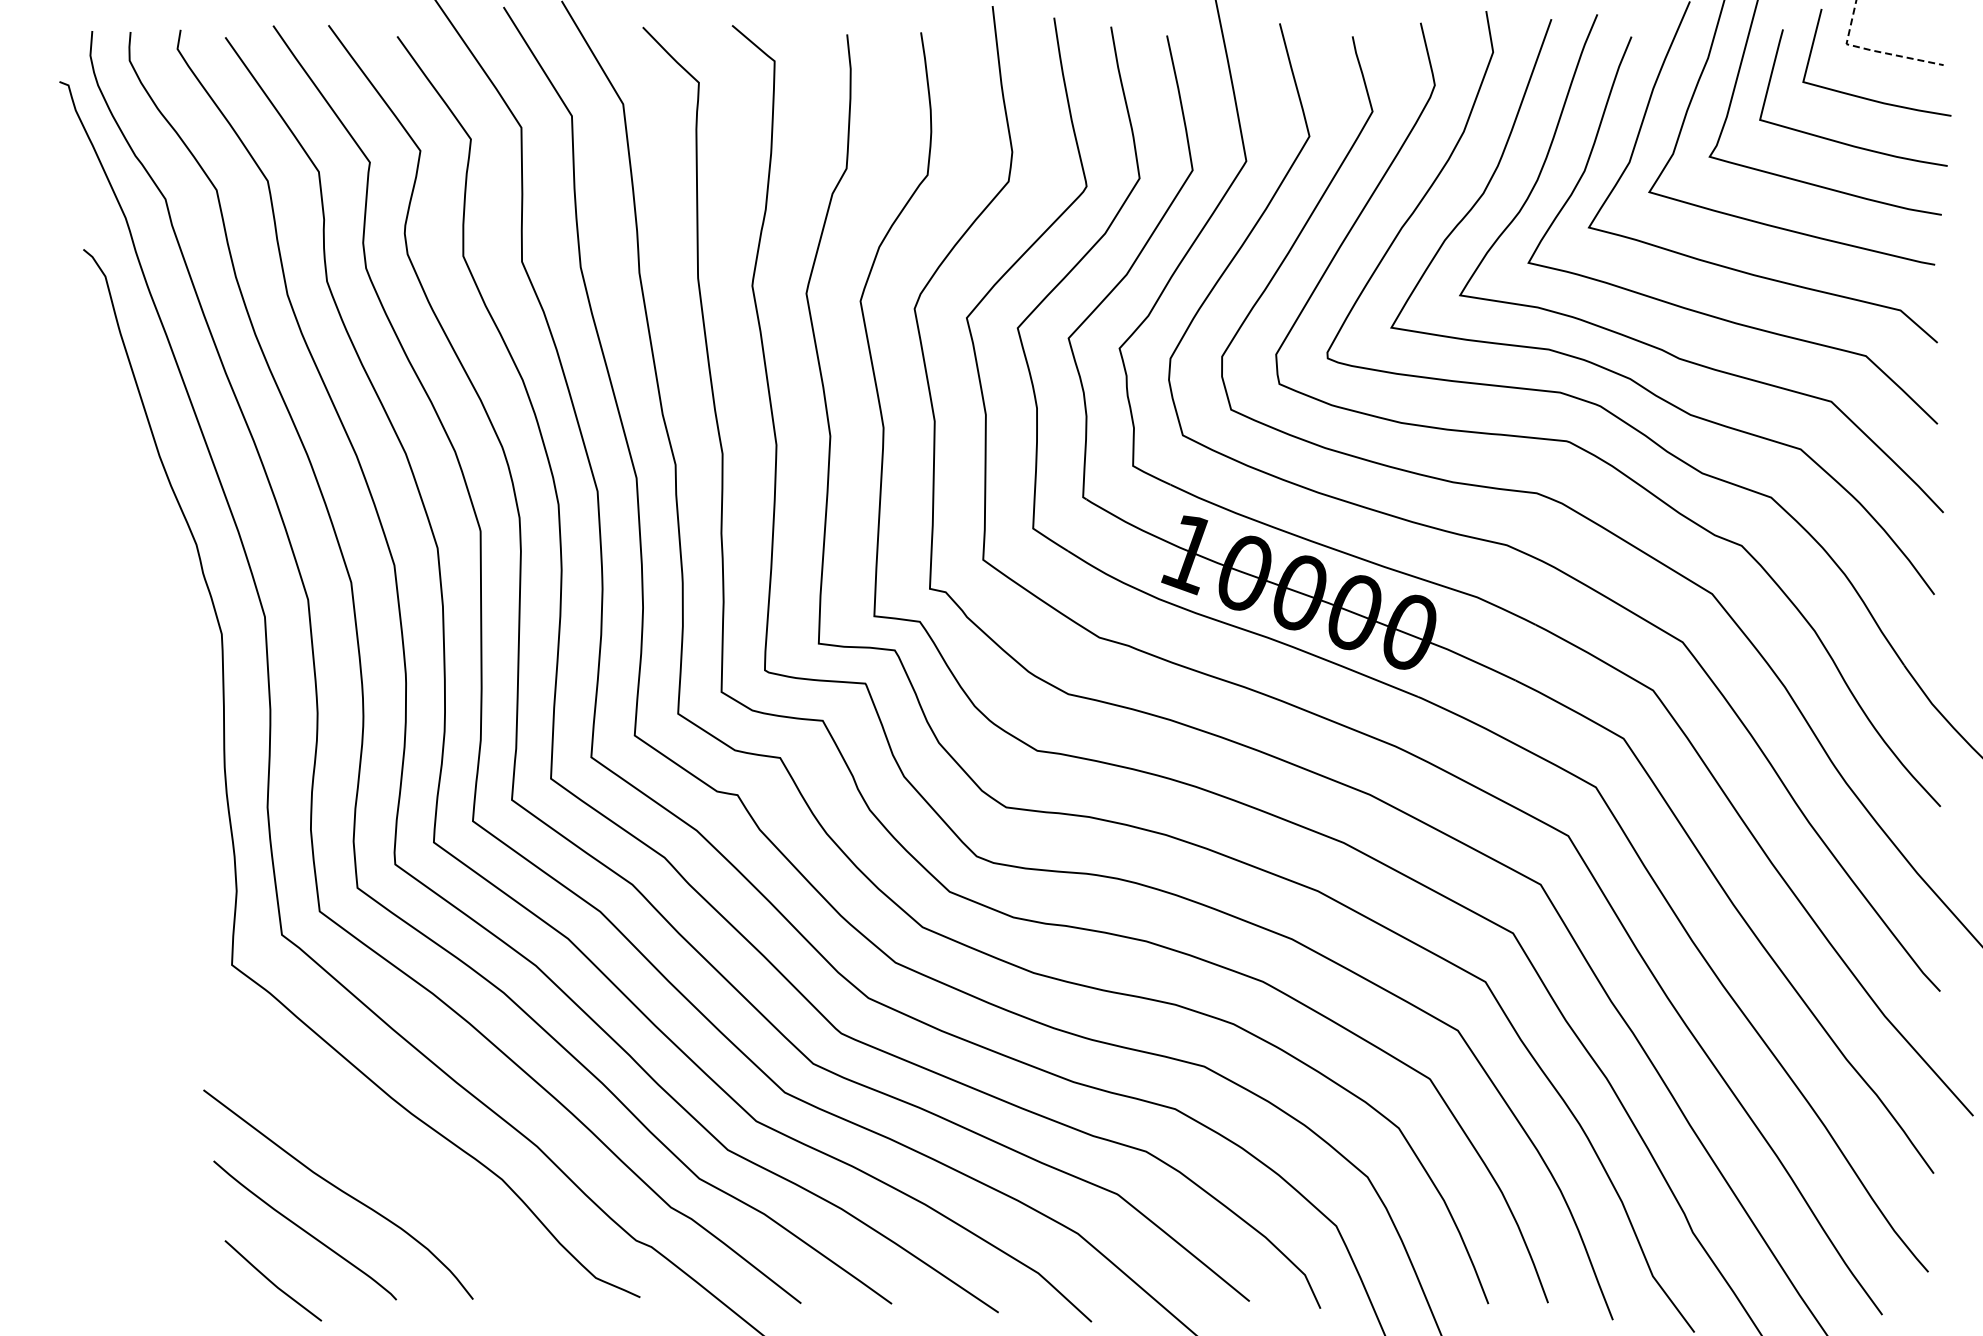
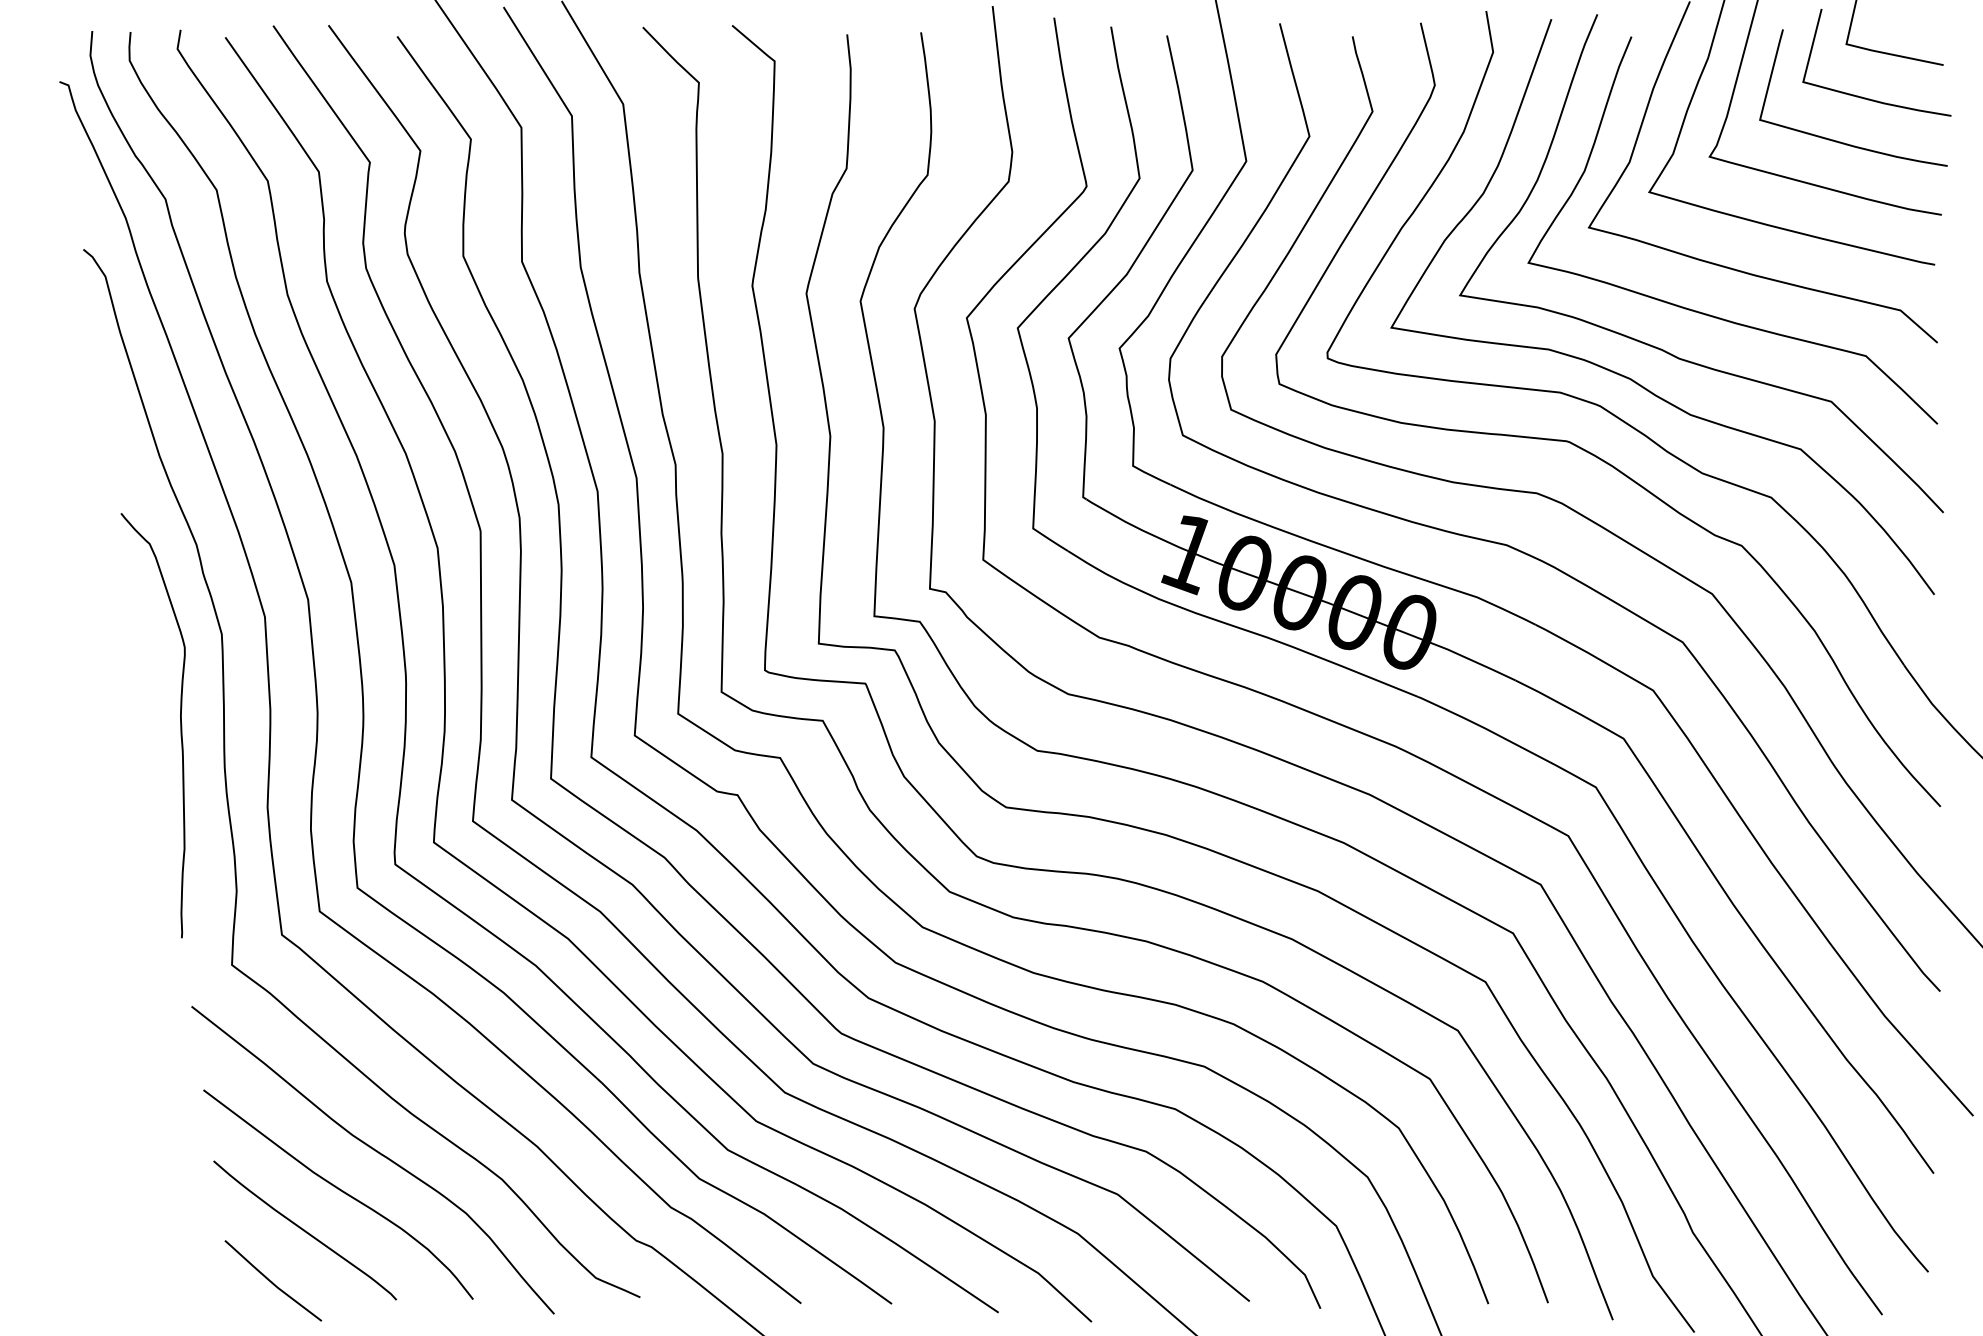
line at (1871, 50): dashed -> solid
curve at (180, 725): none -> present
curve at (376, 1152): none -> present
